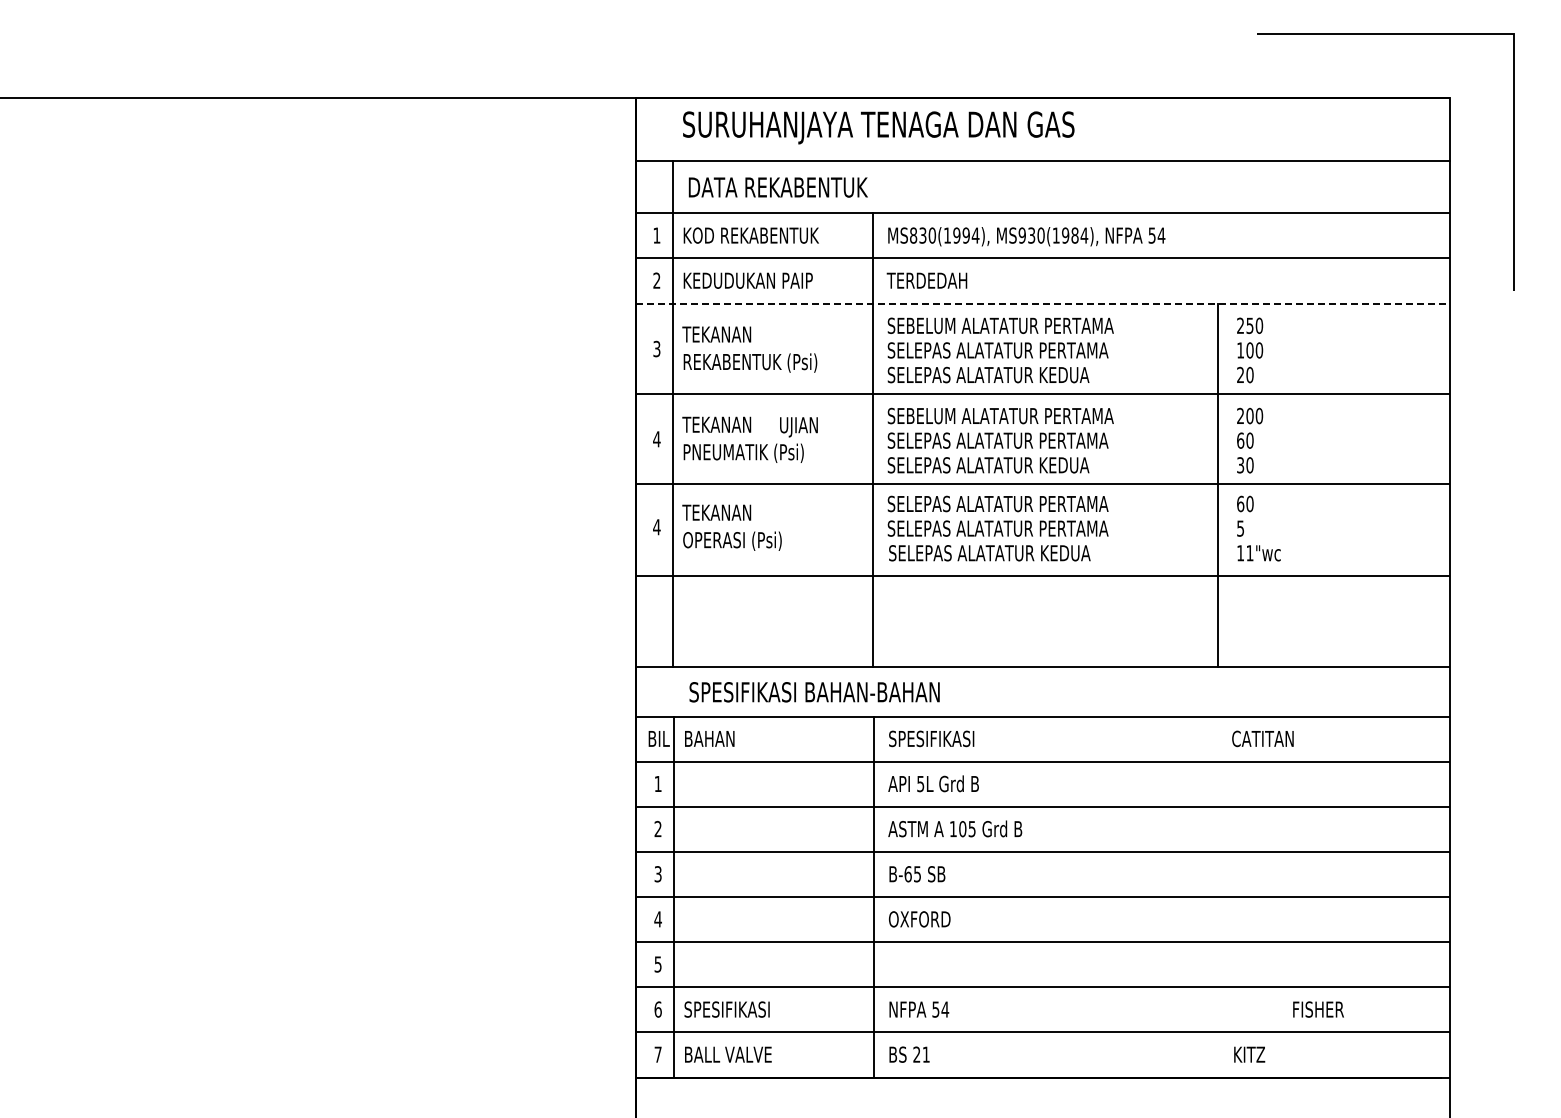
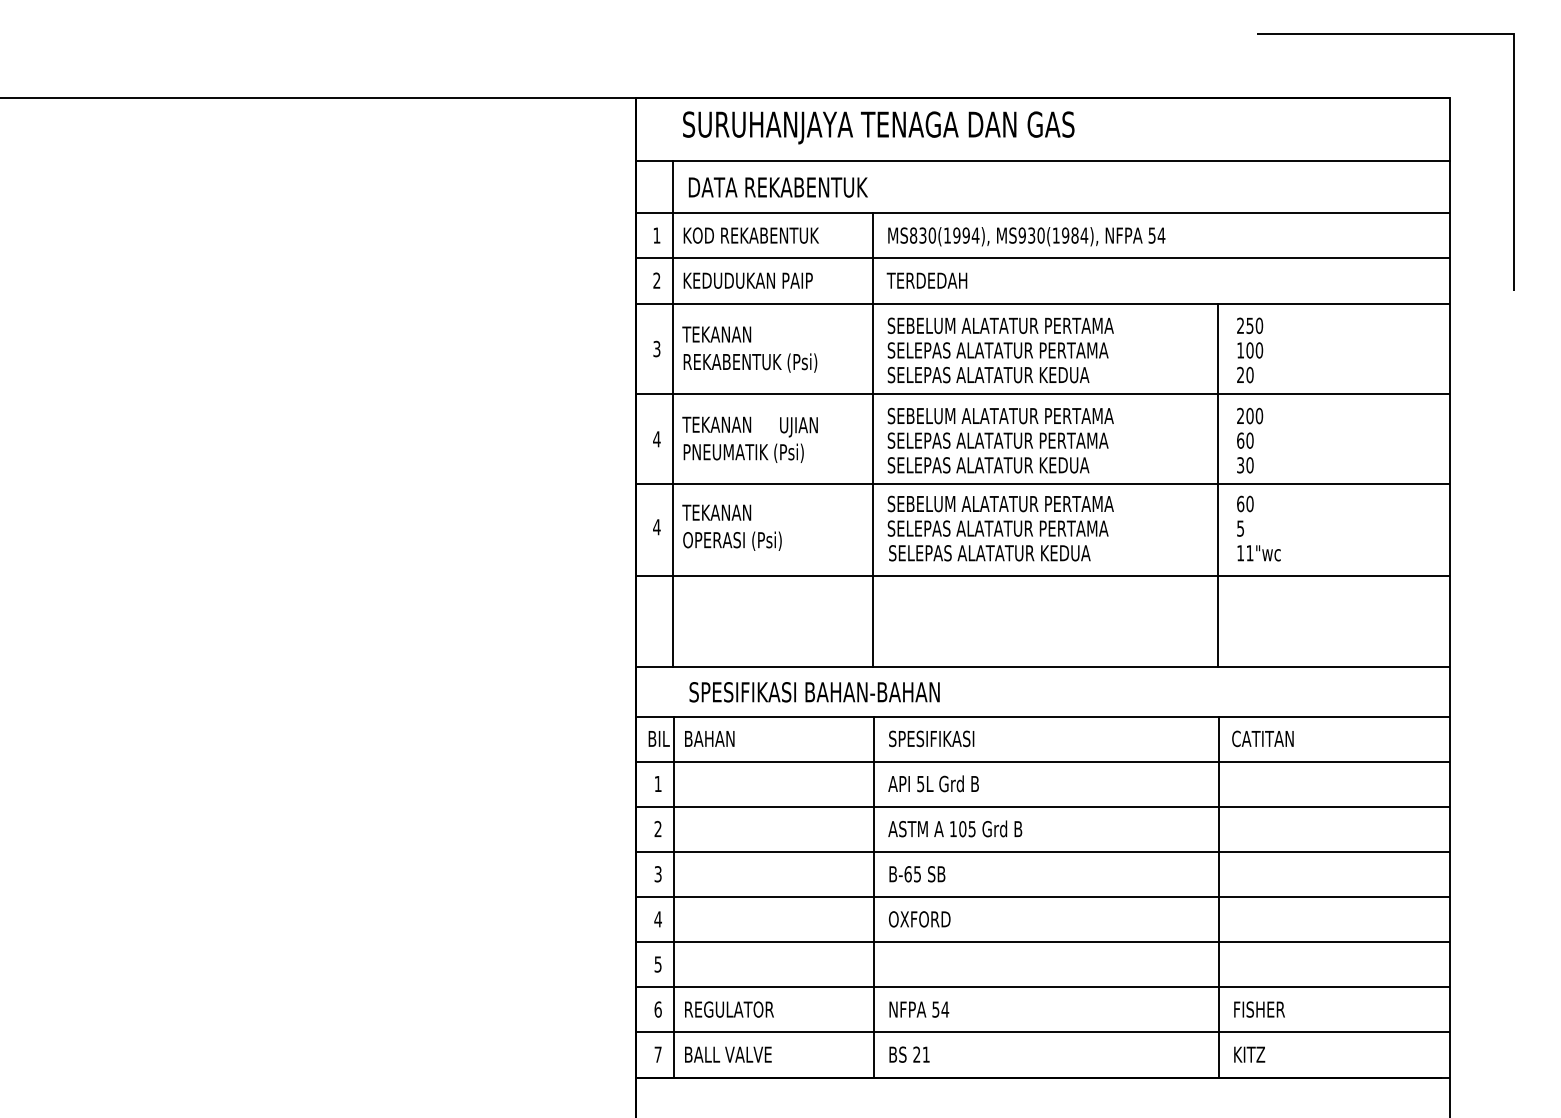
line at (1042, 303): dashed -> solid
text at (1010, 503): SELEPAS ALATATUR PERTAMA -> SEBELUM ALATATUR PERTAMA
line at (1219, 896): none -> present
text at (728, 1009): SPESIFIKASI -> REGULATOR
text at (1318, 1009) position: (1318, 1009) -> (1259, 1009)
